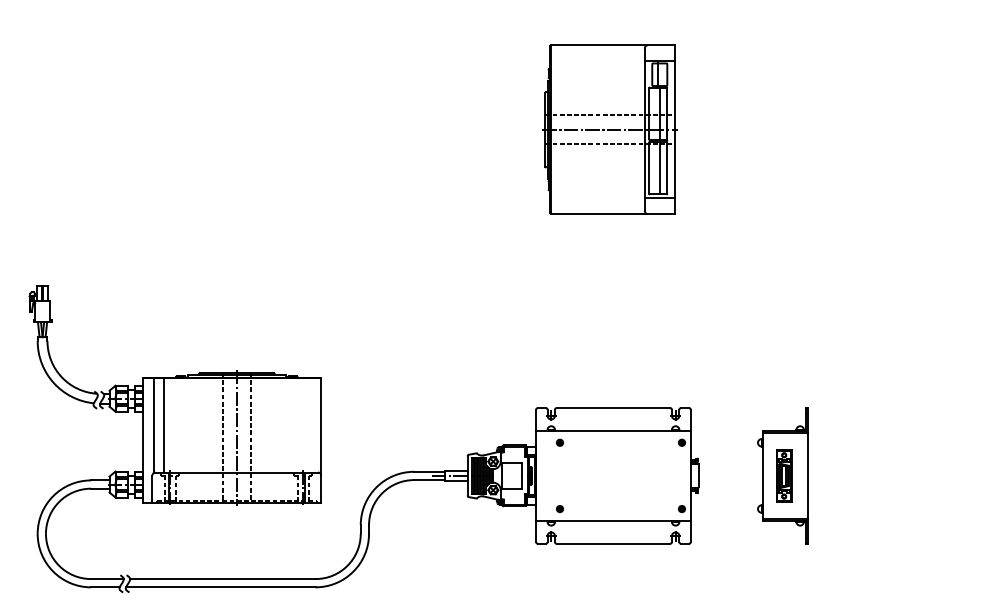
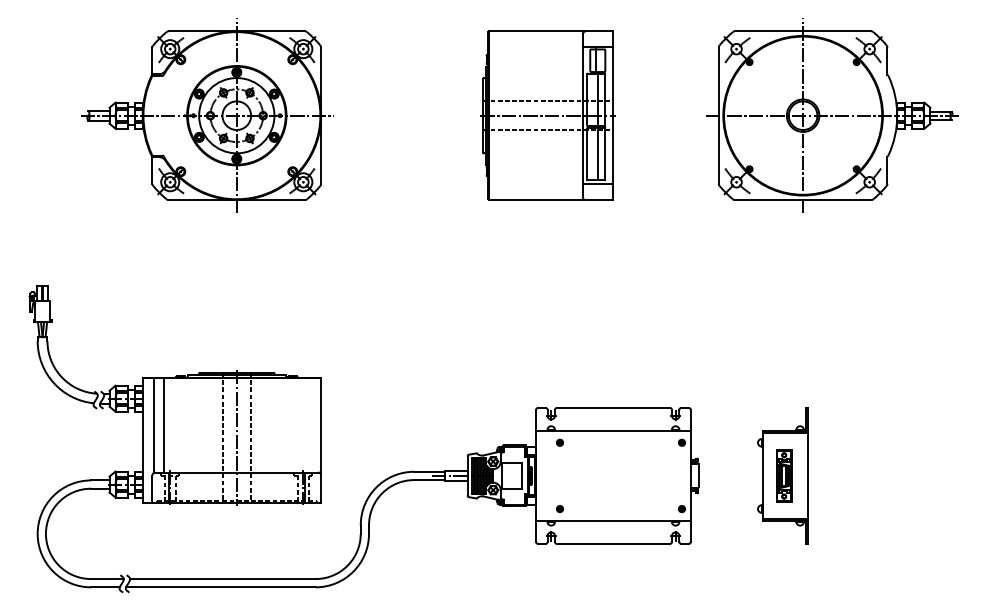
part at (207, 115): none -> present
part at (832, 115): none -> present
part at (609, 129) position: (609, 129) -> (547, 115)
